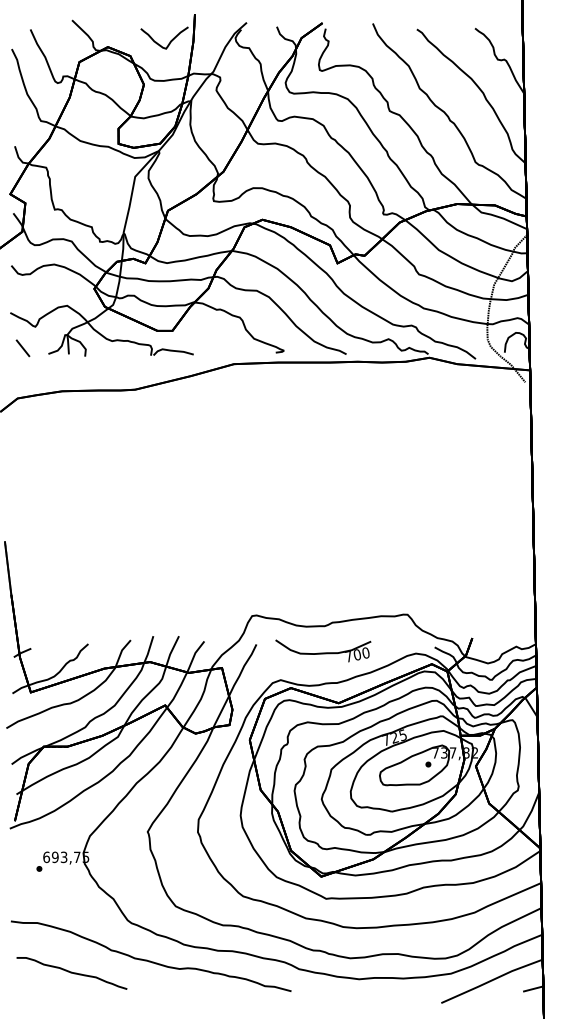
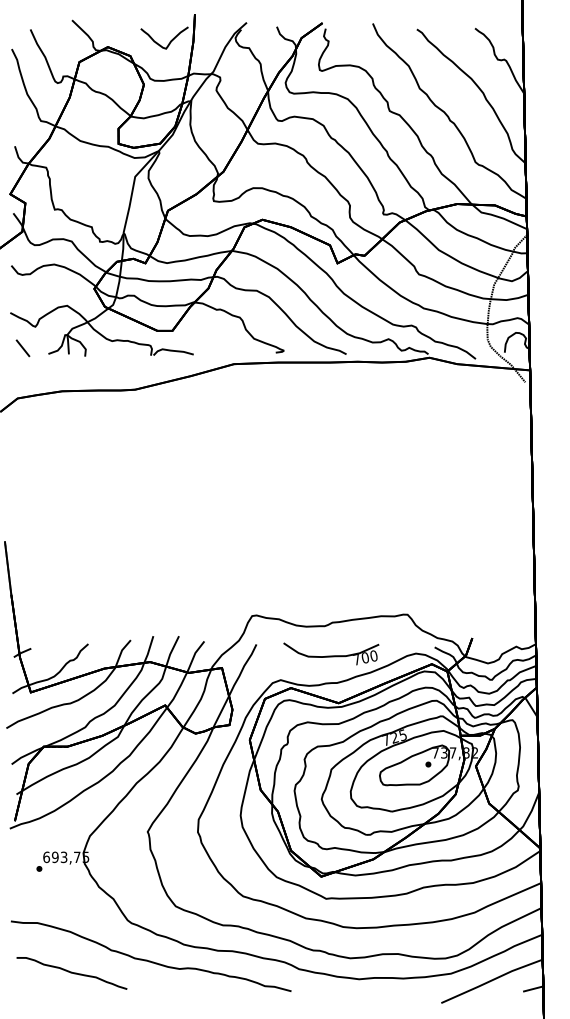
part at (323, 650) position: (323, 650) -> (331, 653)
